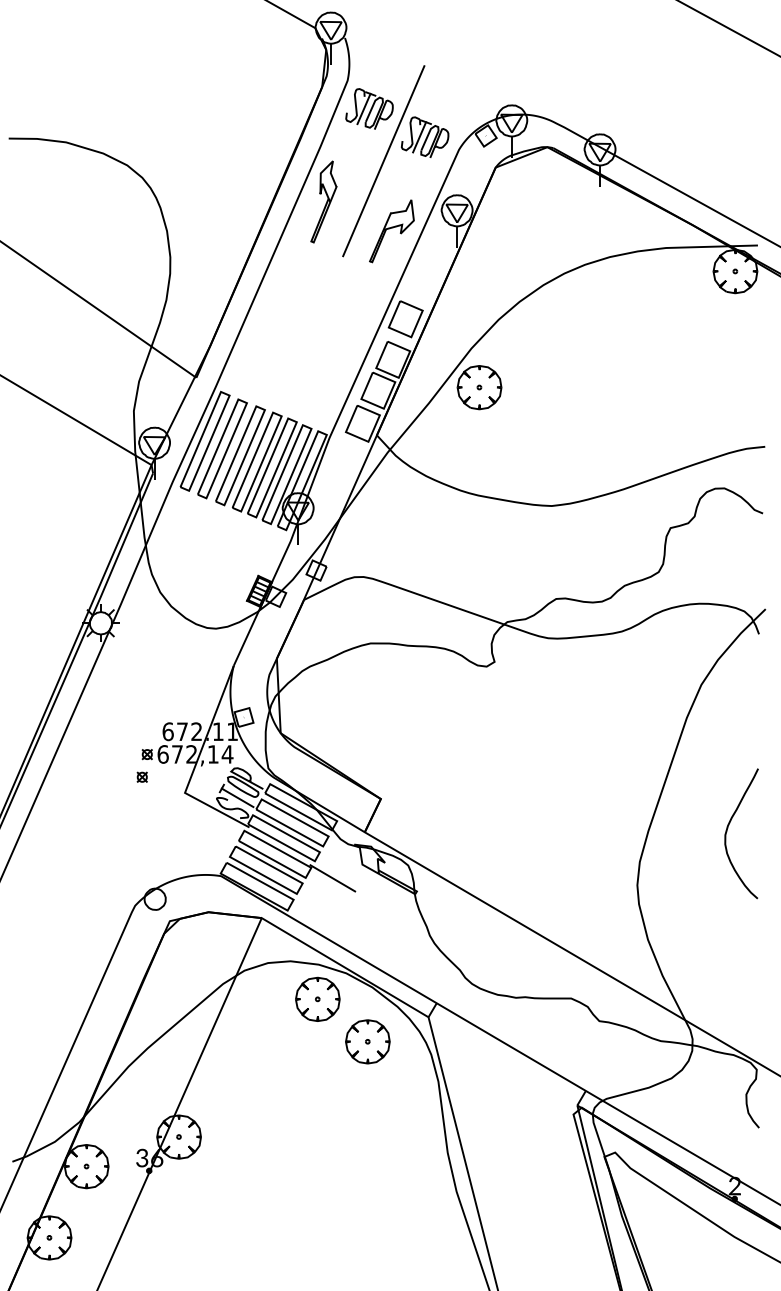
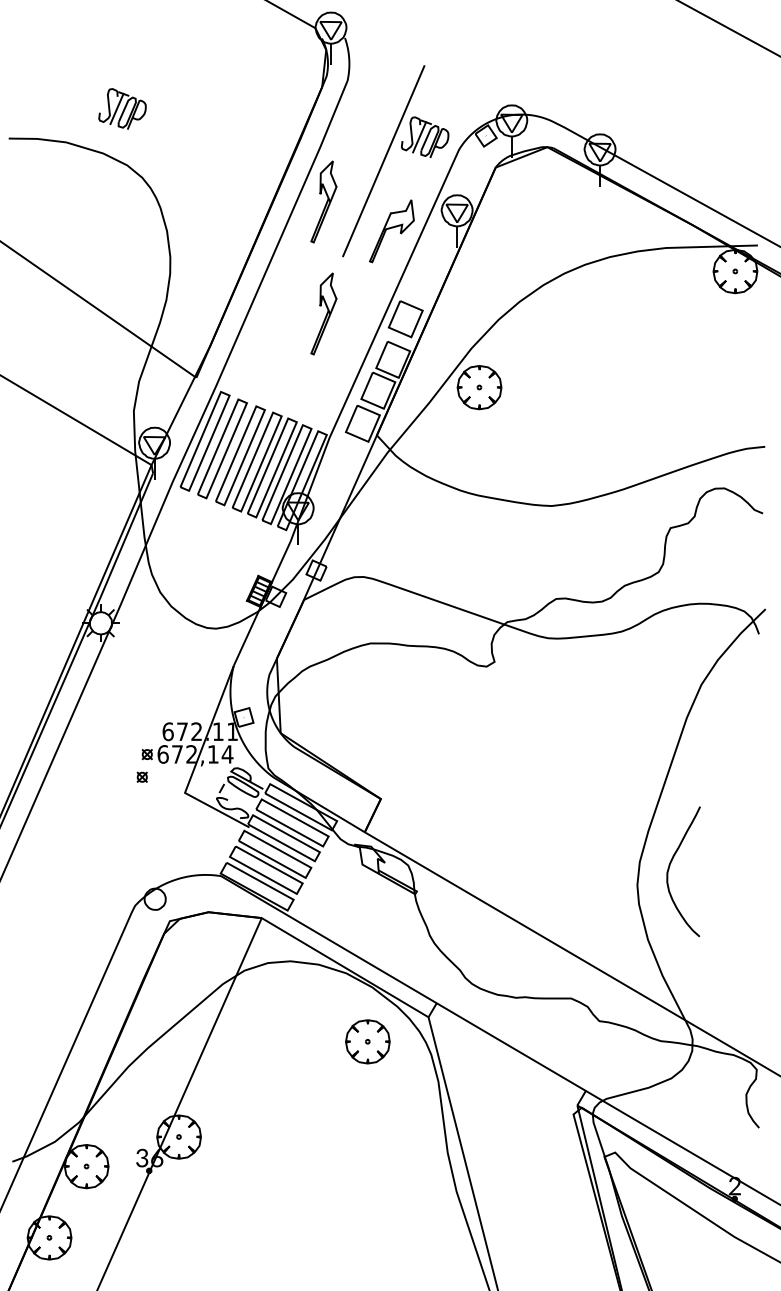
part at (369, 108) position: (369, 108) -> (122, 108)
part at (323, 313): none -> present
line at (237, 797): present -> none
curve at (728, 828) position: (728, 828) -> (670, 866)
line at (332, 878): present -> none
part at (317, 998): present -> none
